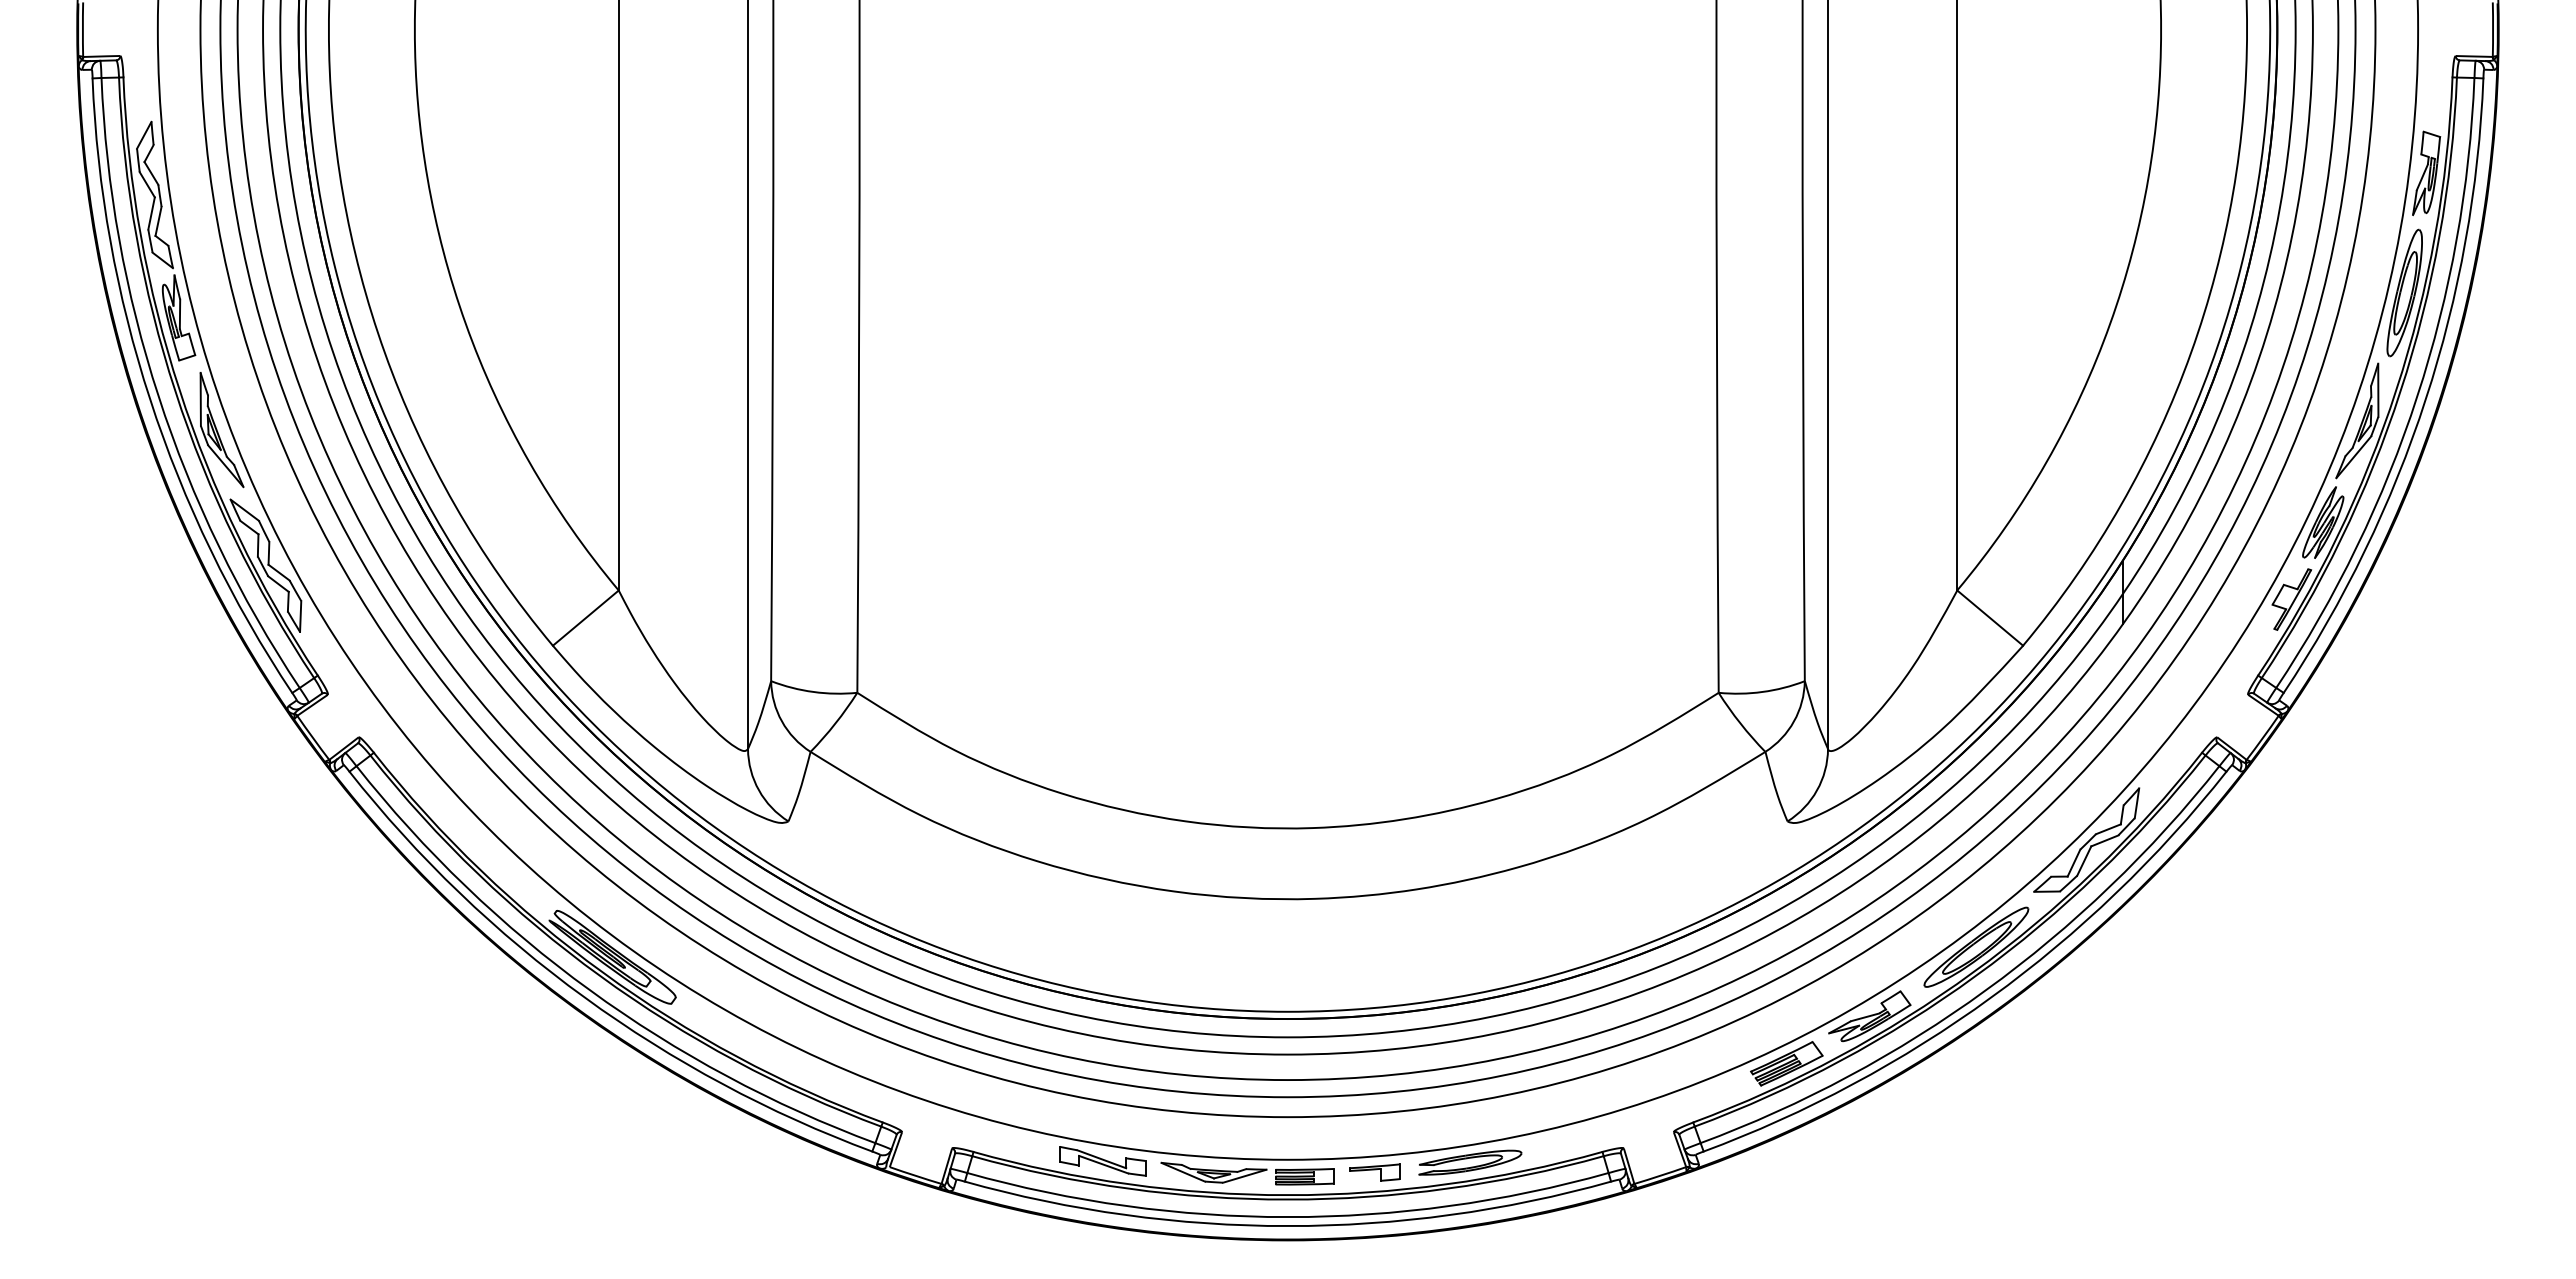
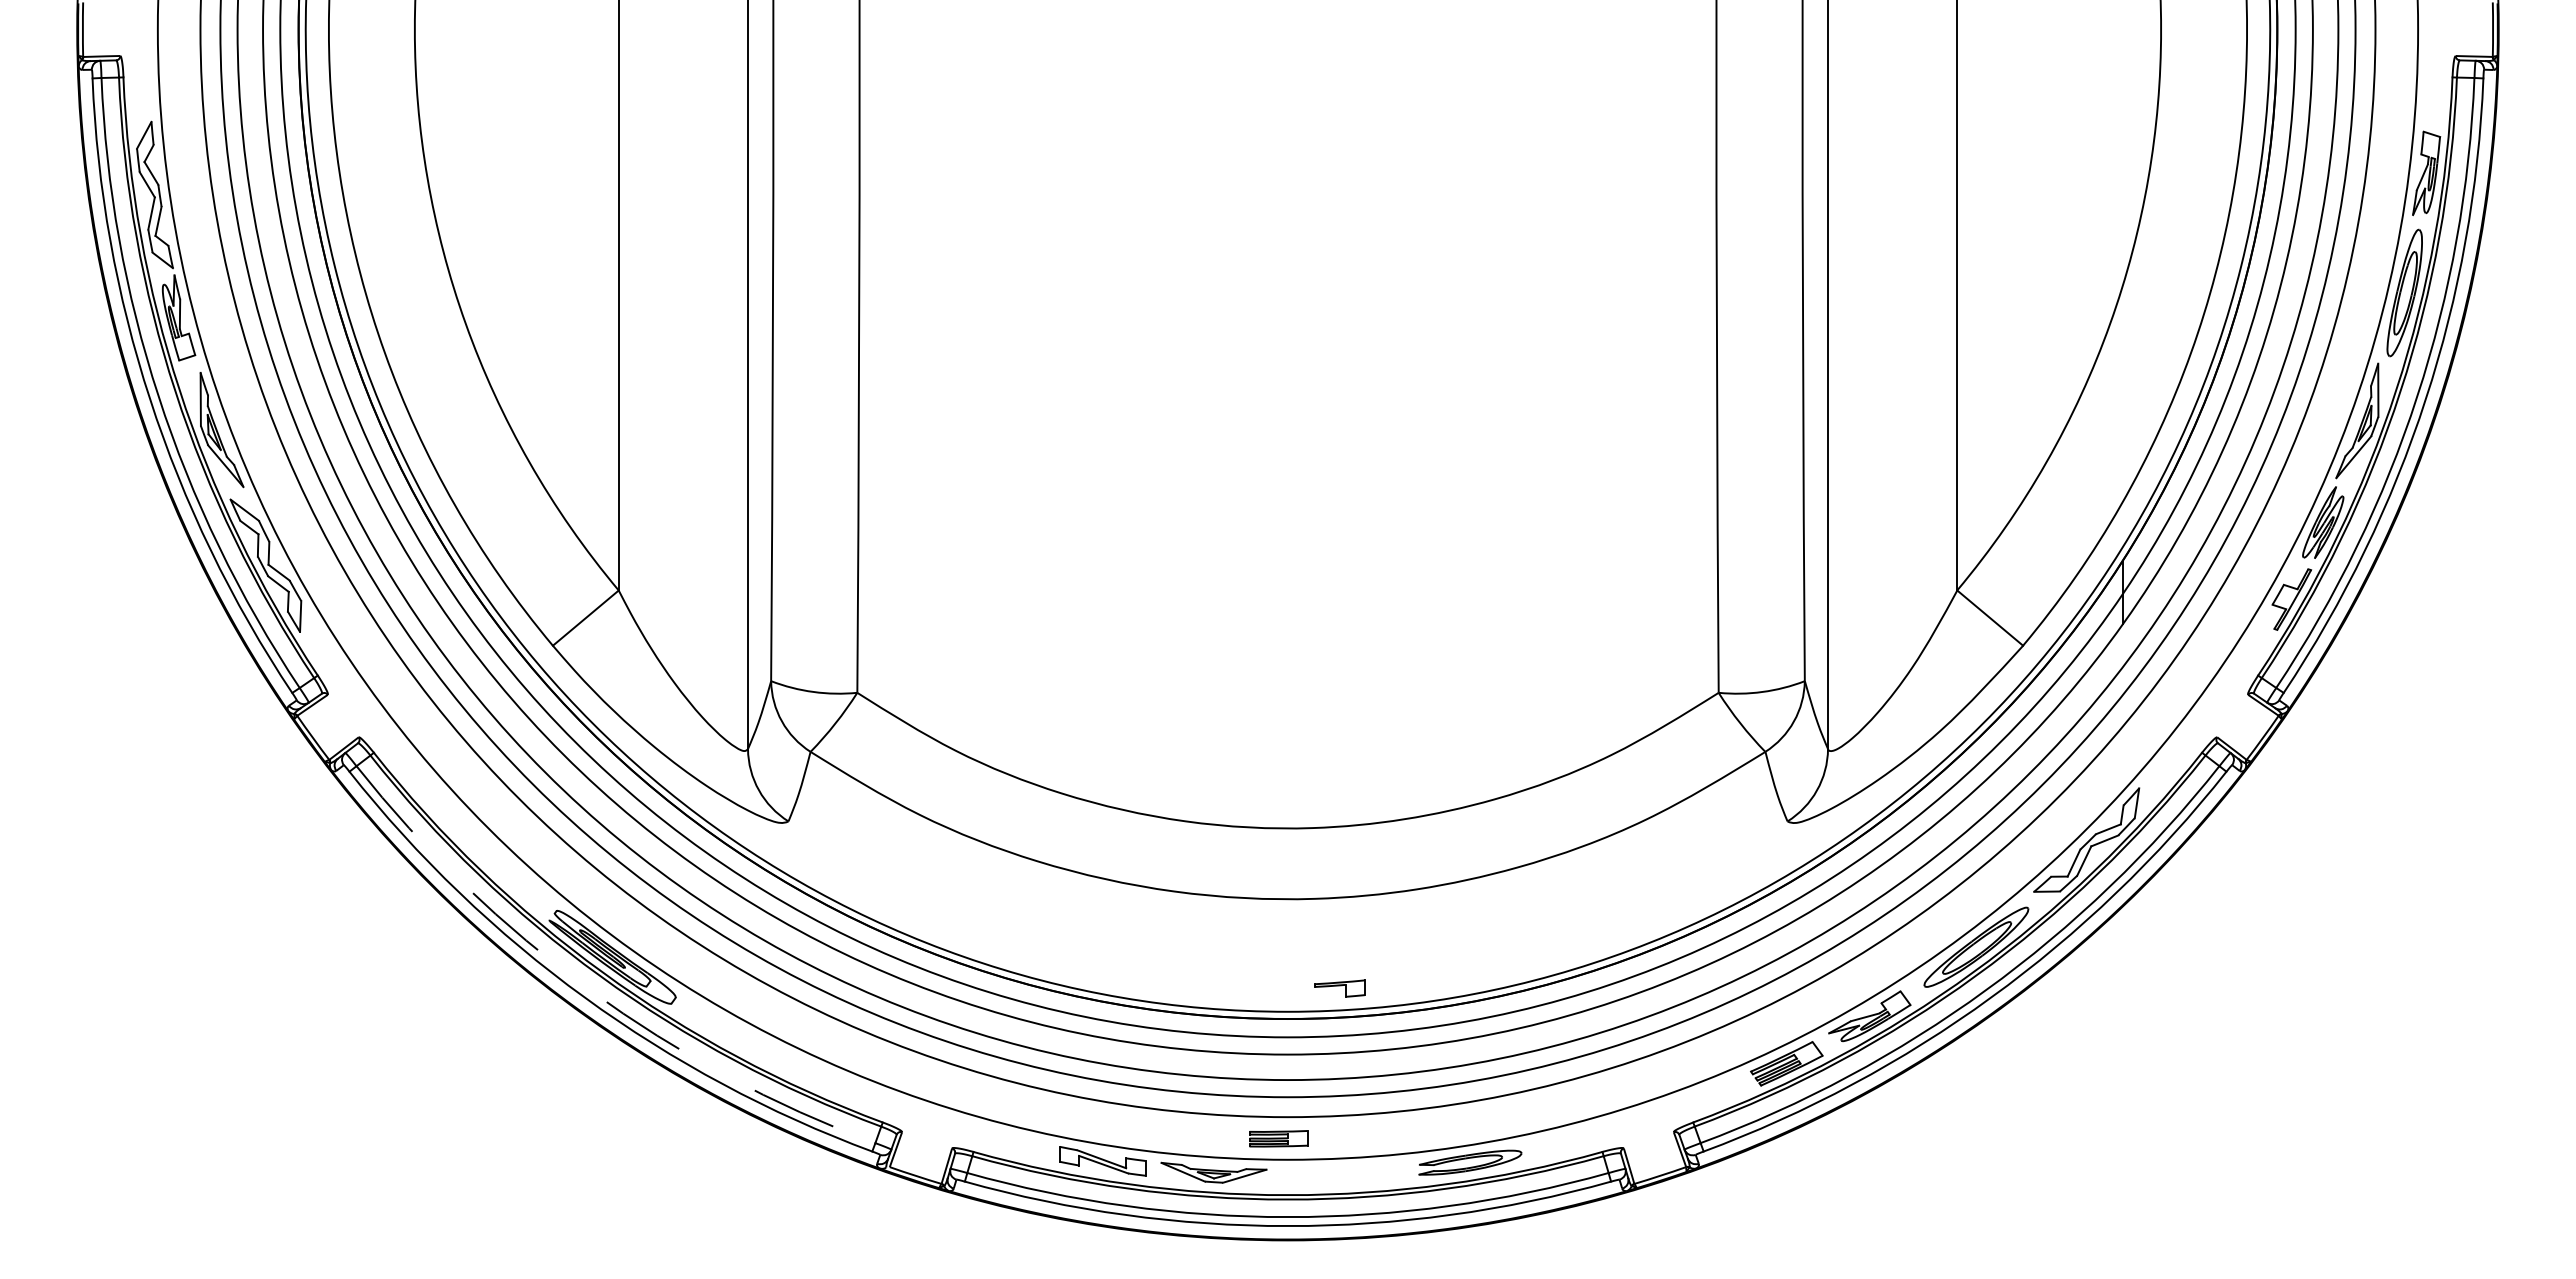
arc at (590, 990): solid -> dashed
part at (1374, 1172) position: (1374, 1172) -> (1339, 988)
part at (1304, 1176) position: (1304, 1176) -> (1278, 1138)
